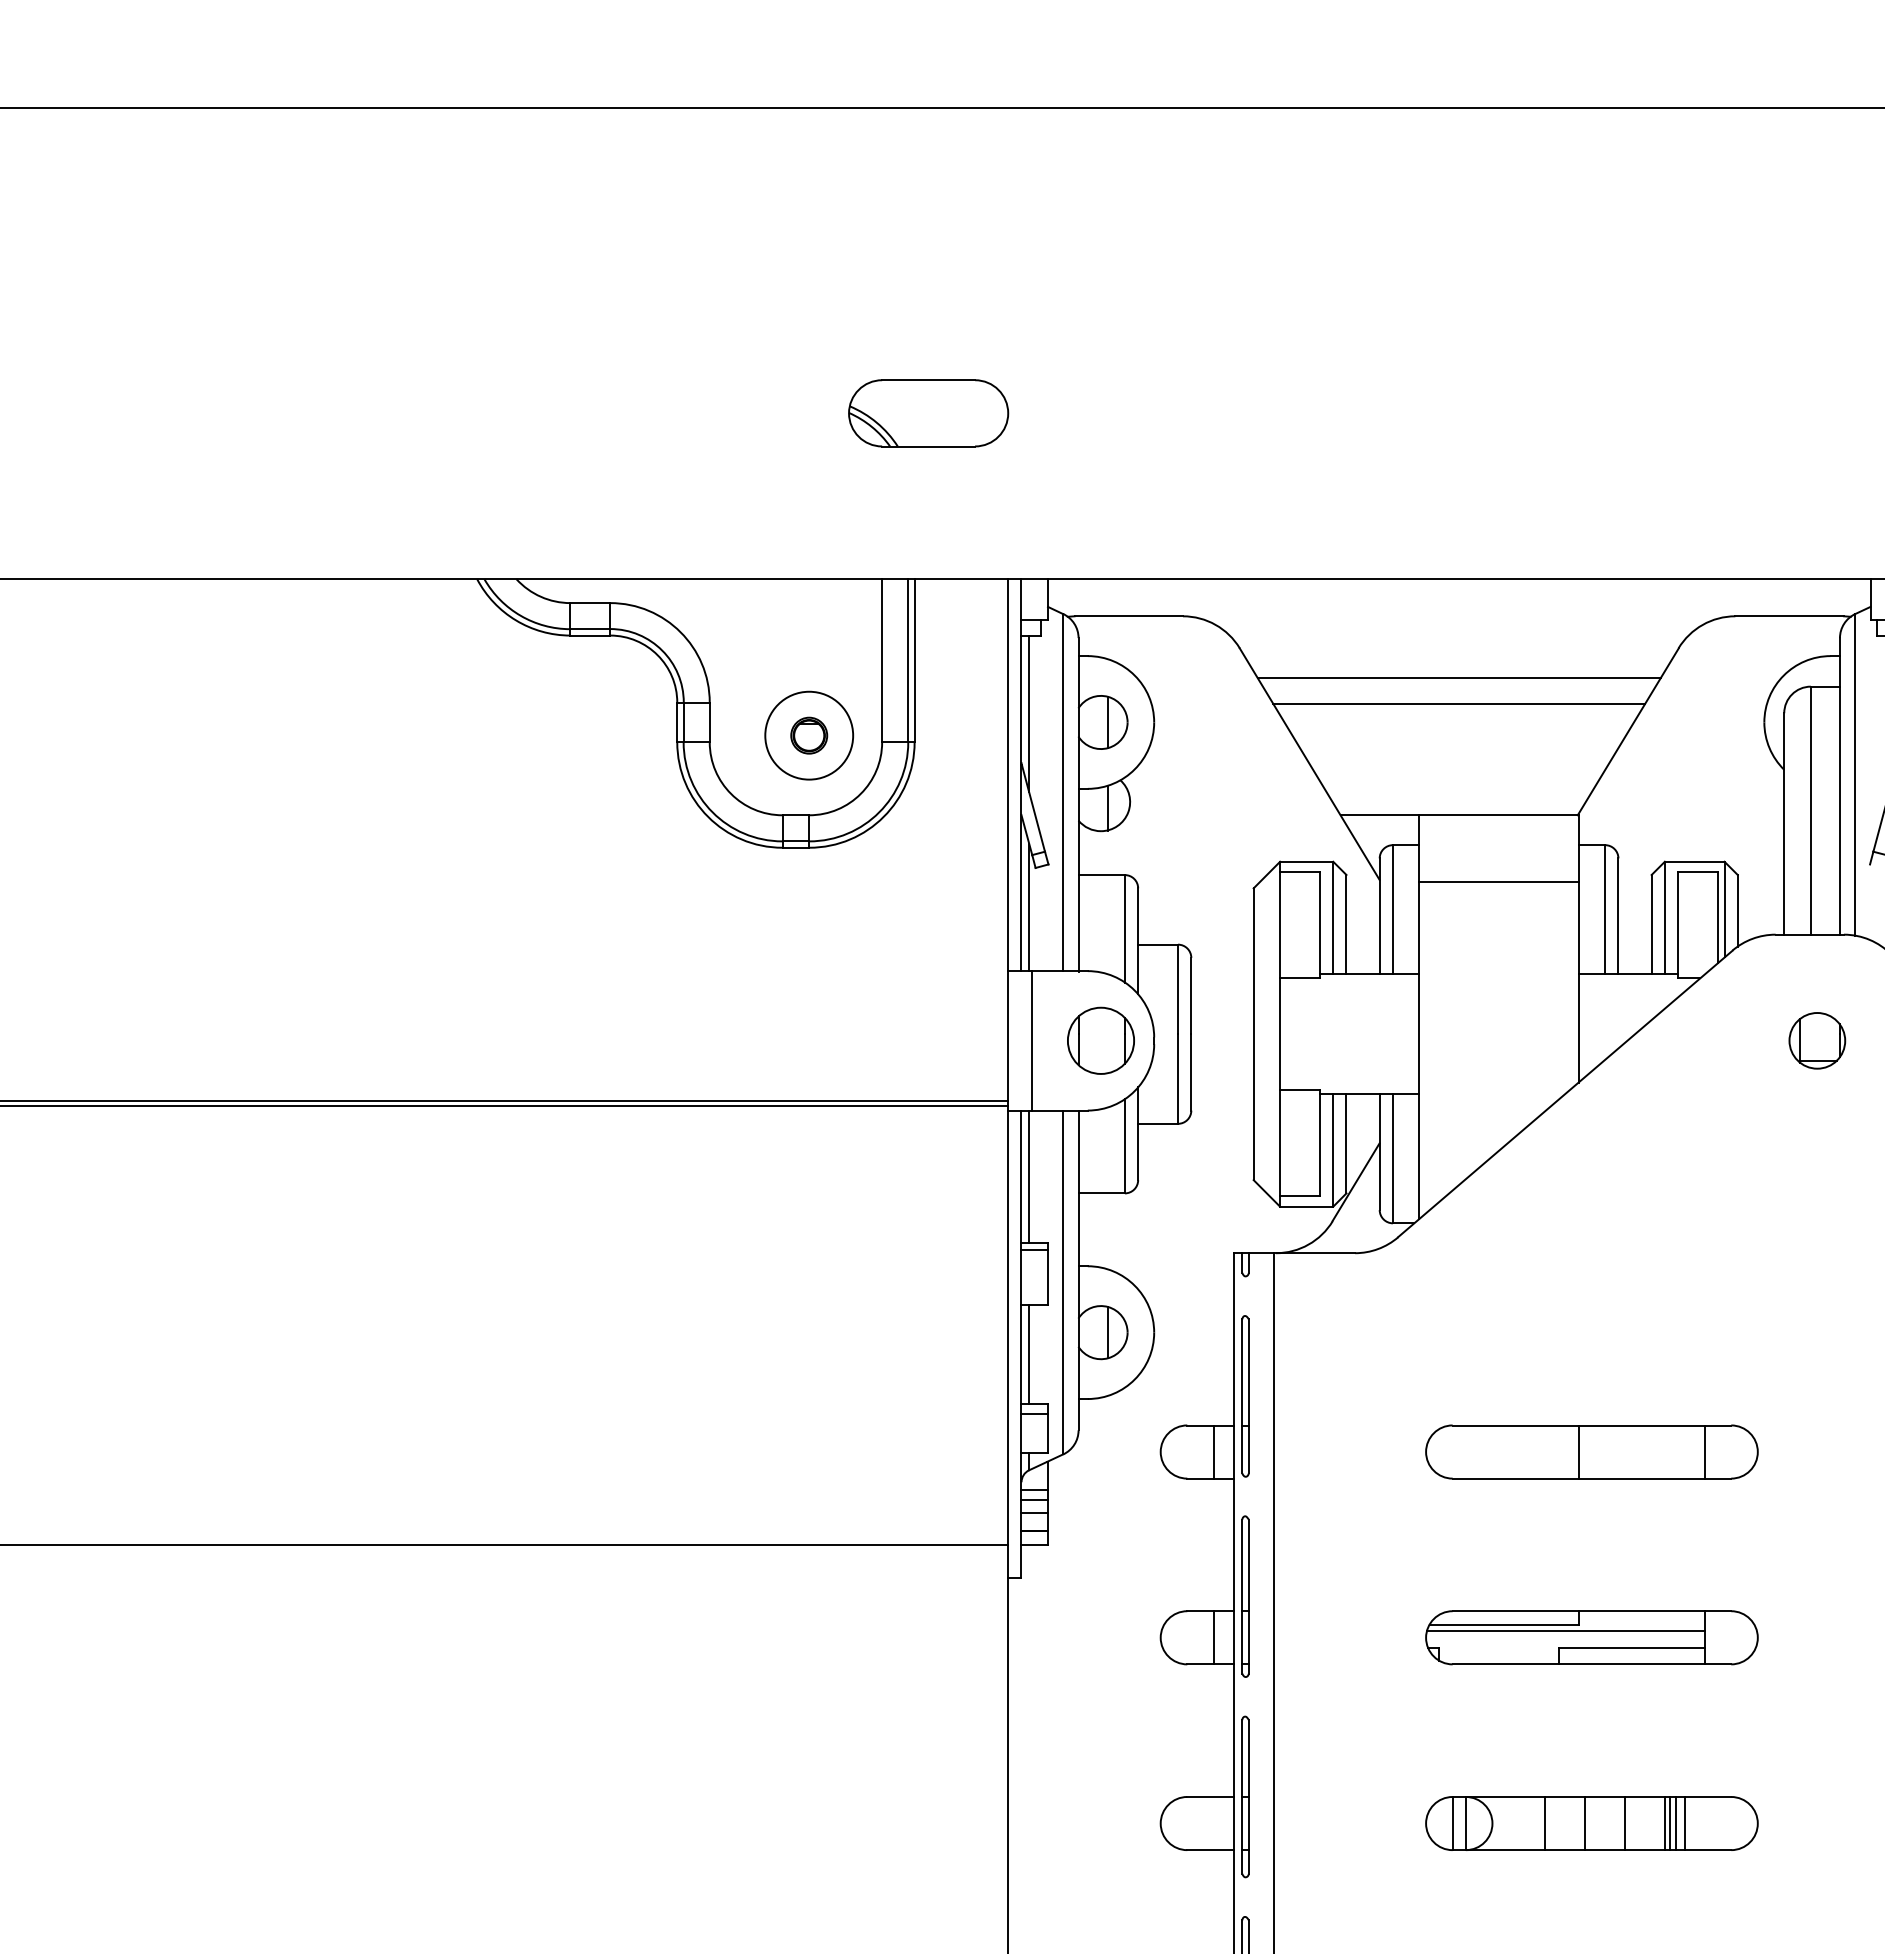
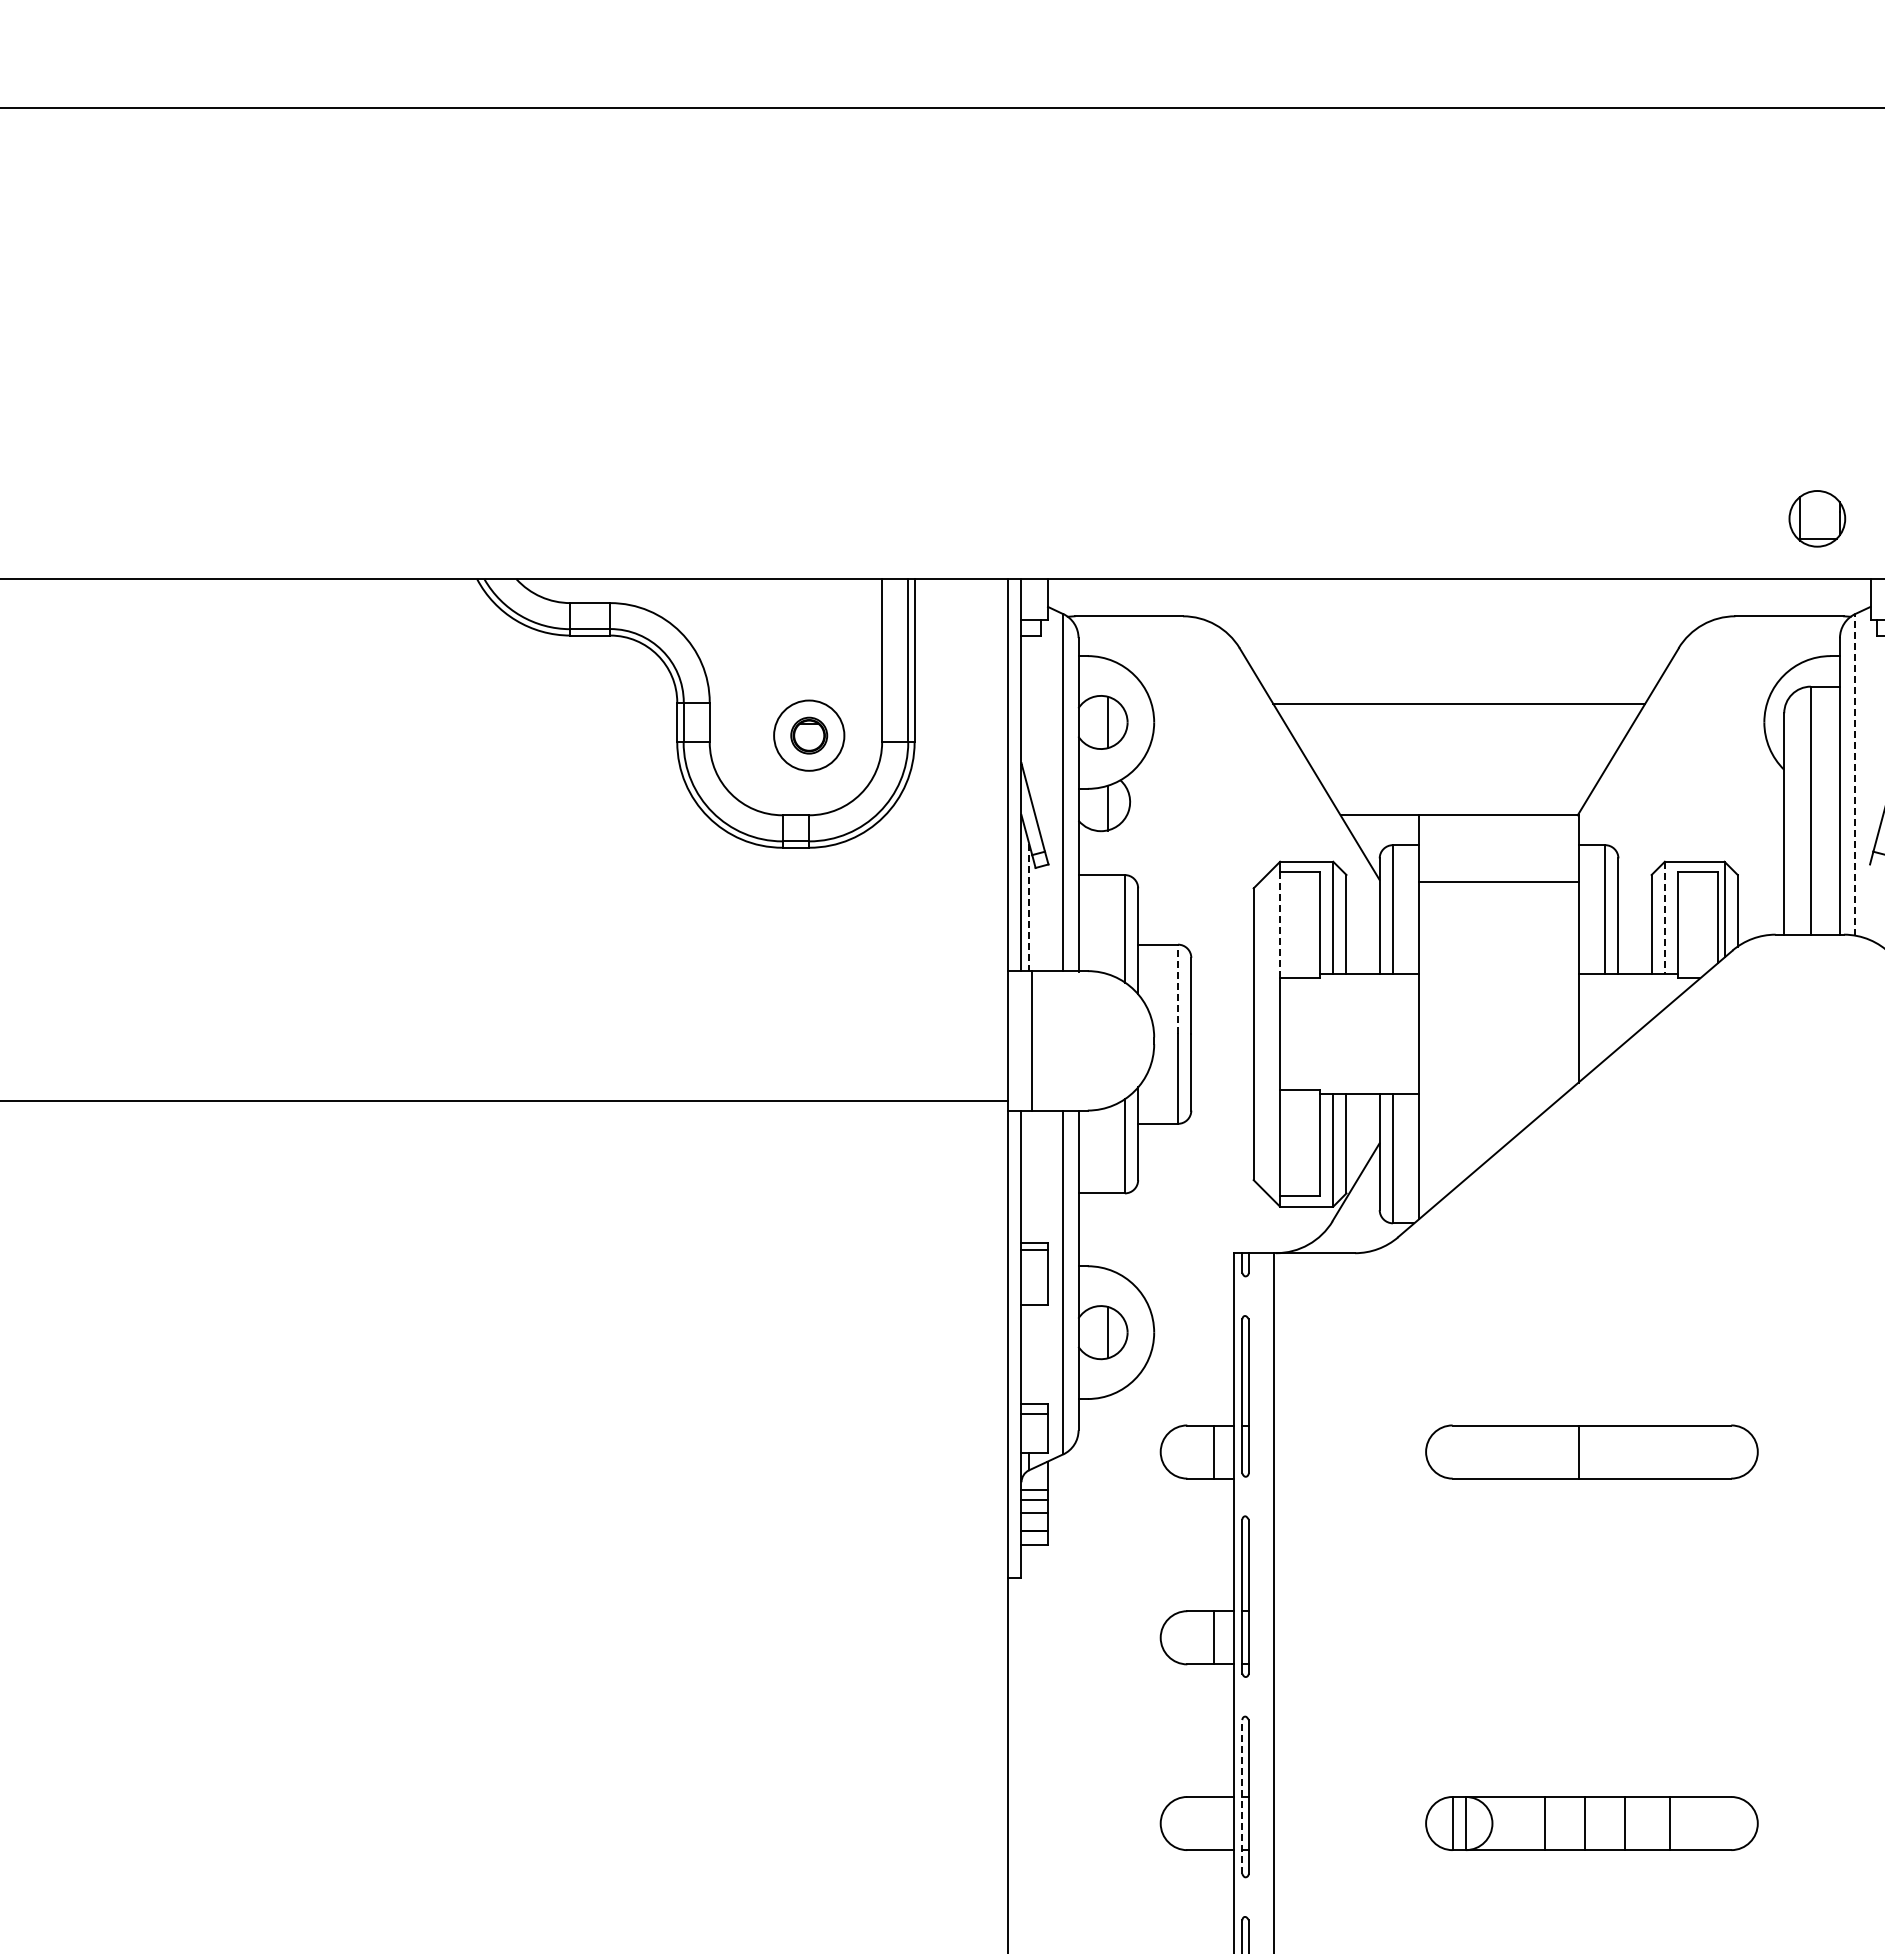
part at (928, 413): present -> none
line at (1458, 678): present -> none
line at (1029, 714): present -> none
circle at (809, 735) diameter: 88 px -> 70 px
line at (1855, 774): solid -> dashed
line at (1029, 907): solid -> dashed
line at (1664, 918): solid -> dashed
line at (1280, 925): solid -> dashed
line at (1178, 989): solid -> dashed
part at (1100, 1040): present -> none
part at (1817, 1040) position: (1817, 1040) -> (1817, 518)
line at (505, 1106): present -> none
line at (1029, 1176): present -> none
line at (1029, 1354): present -> none
line at (1704, 1451): present -> none
line at (505, 1544): present -> none
part at (1591, 1637): present -> none
line at (1242, 1796): solid -> dashed
line at (1664, 1822): present -> none
line at (1676, 1822): present -> none
line at (1684, 1822): present -> none
